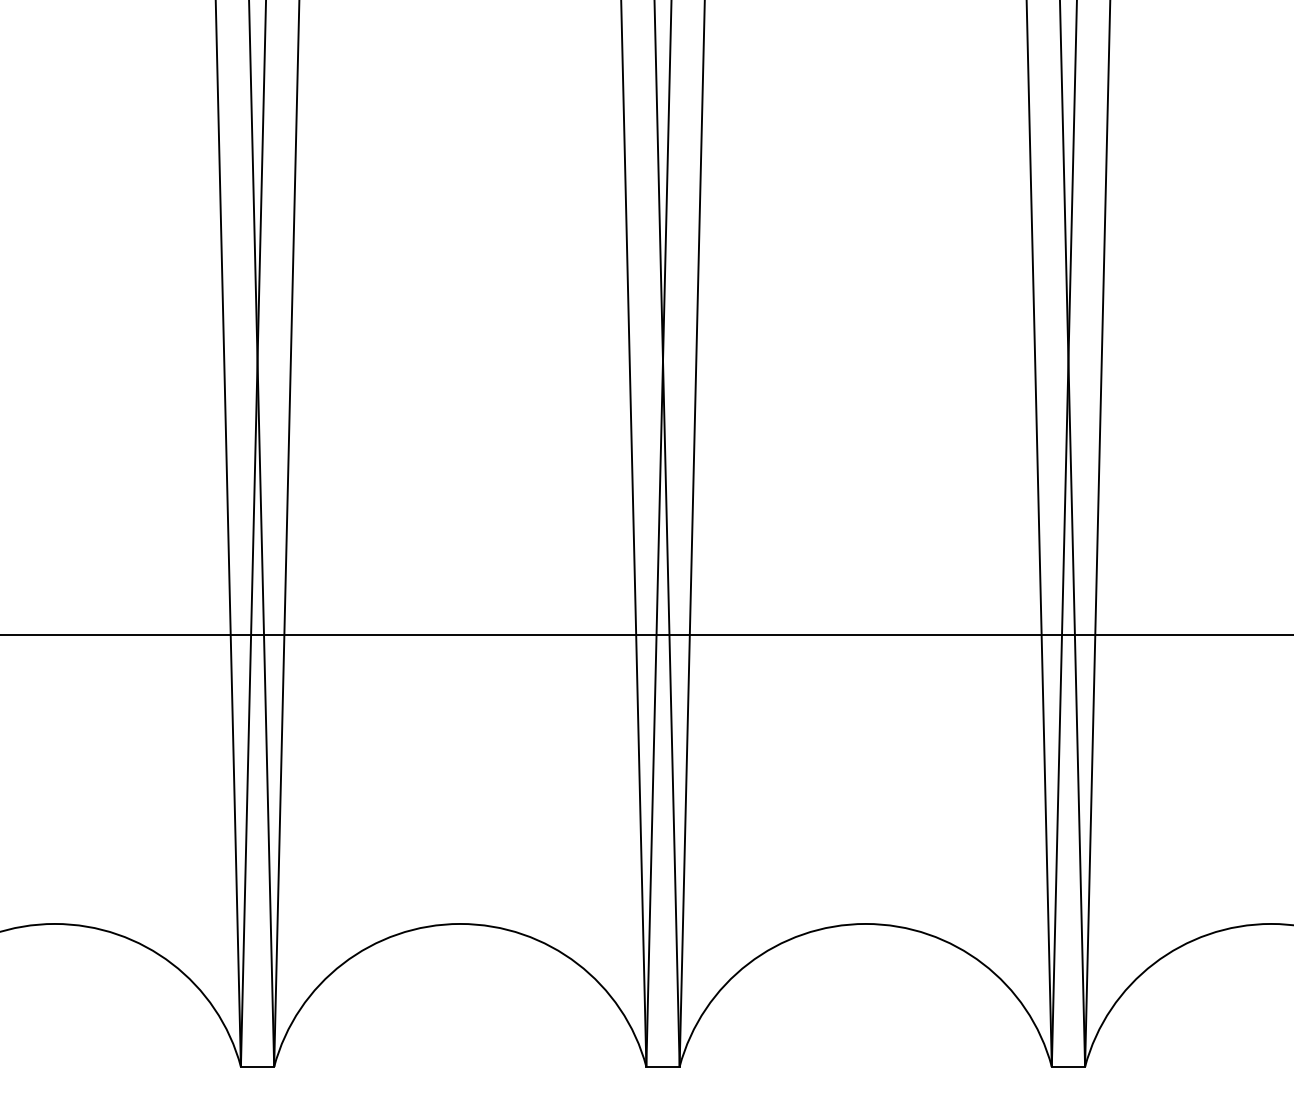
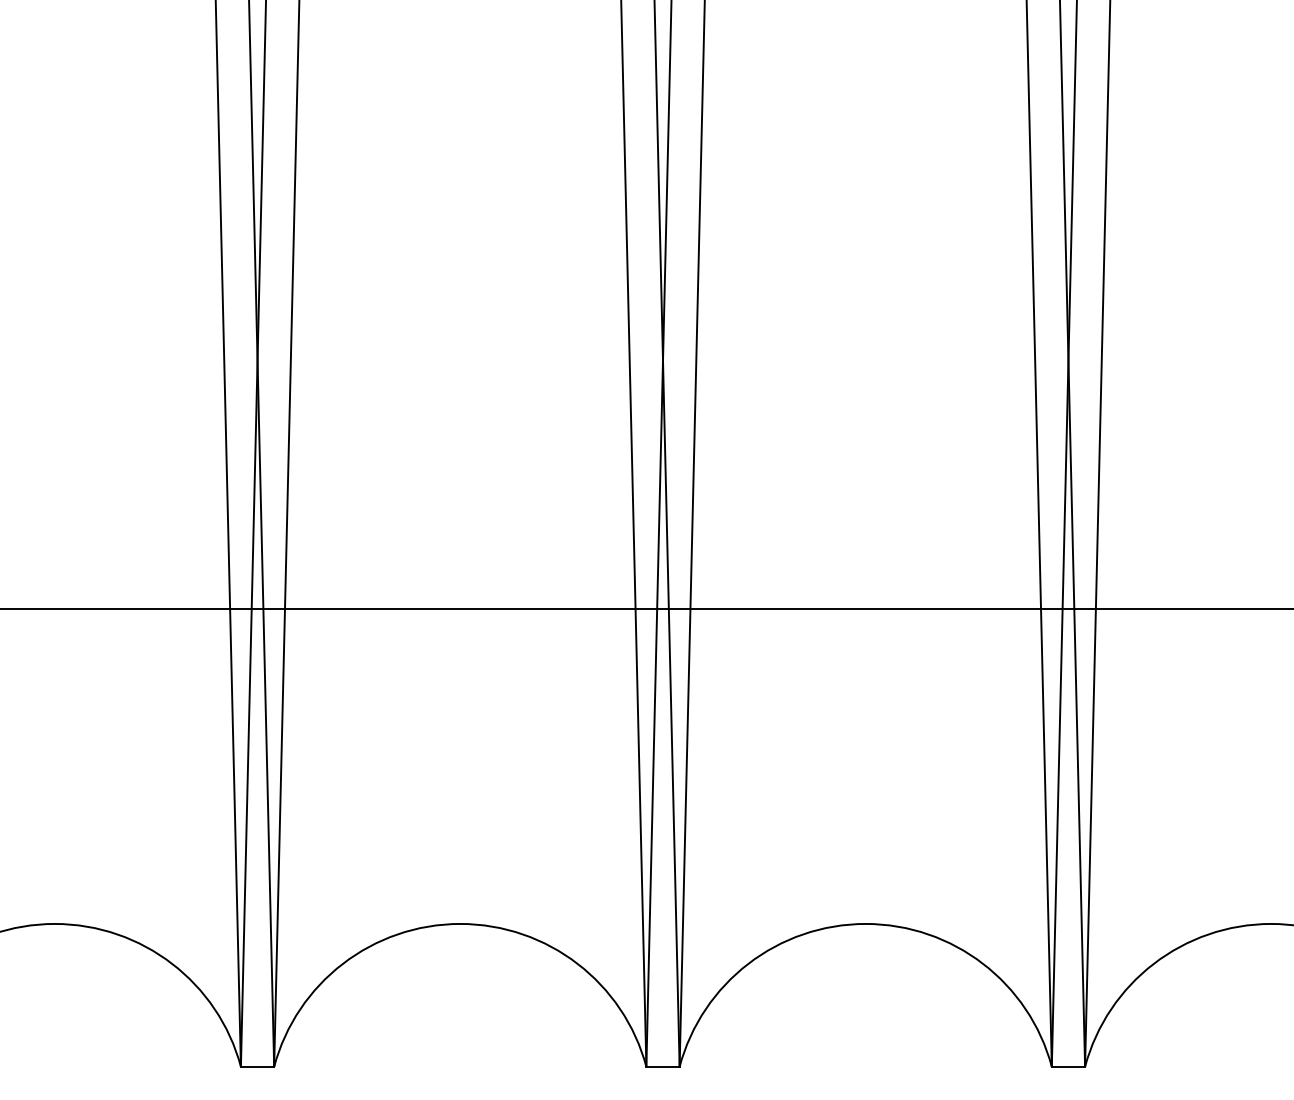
line at (646, 634) position: (646, 634) -> (646, 608)
